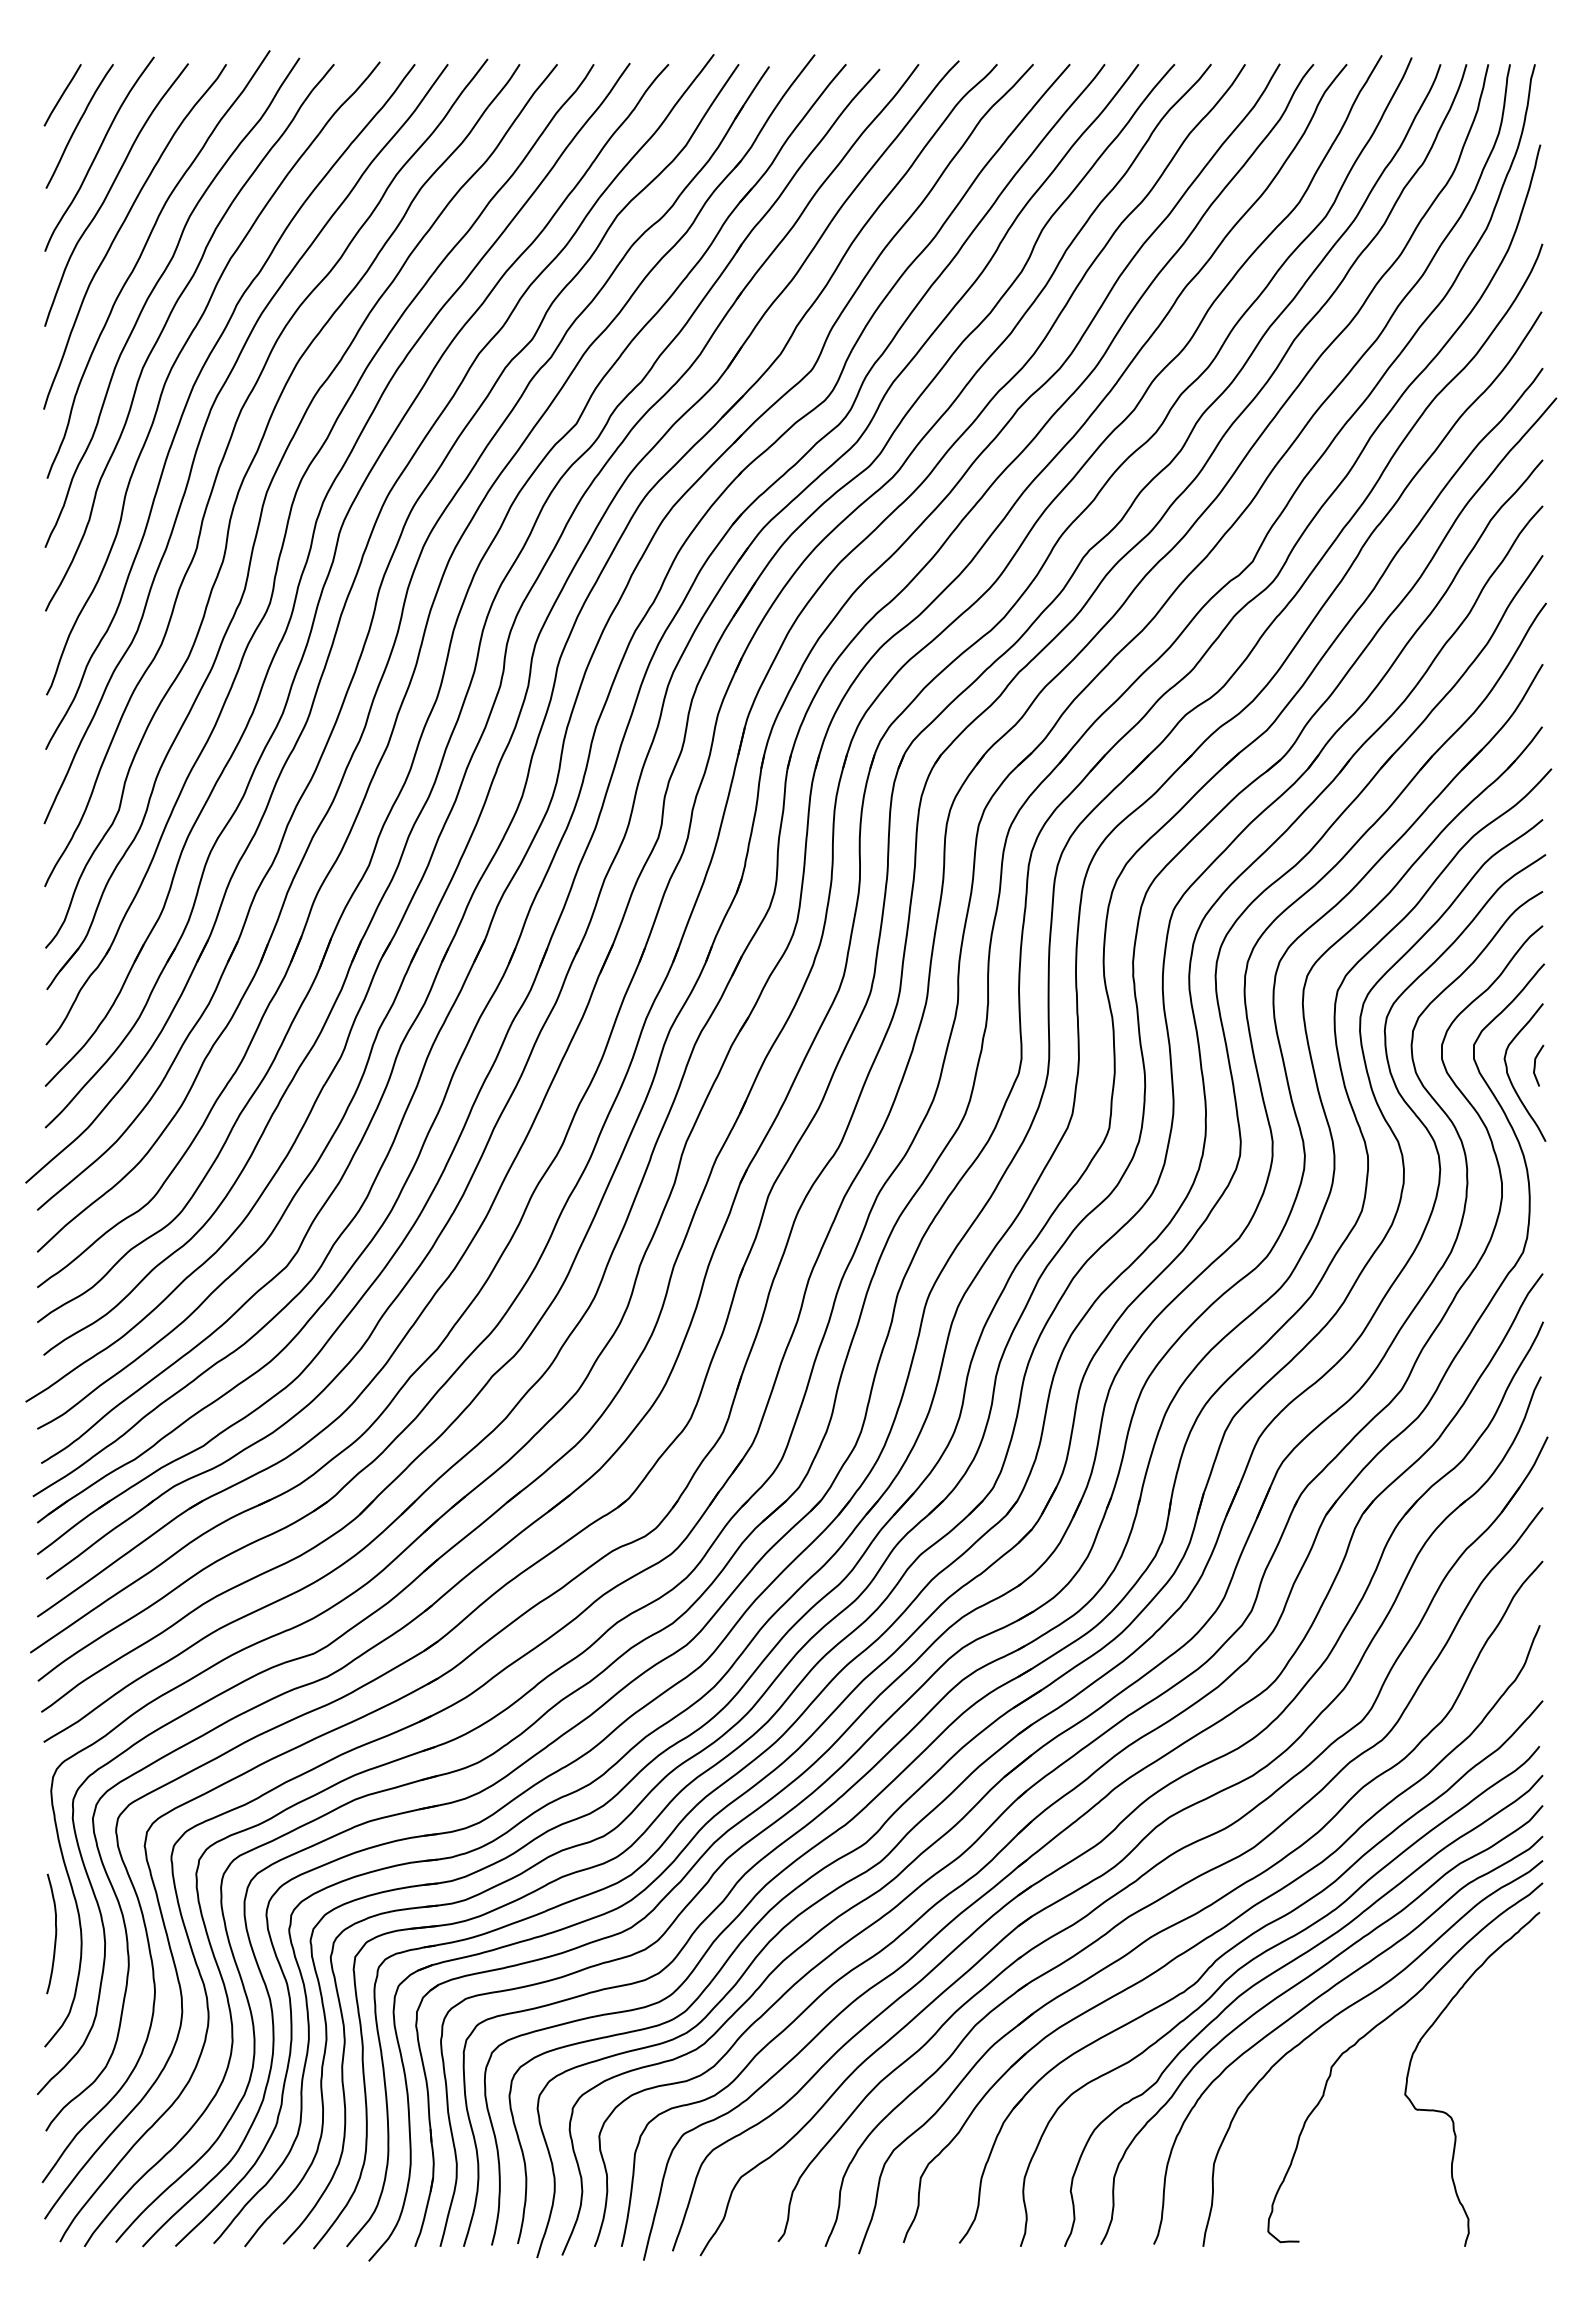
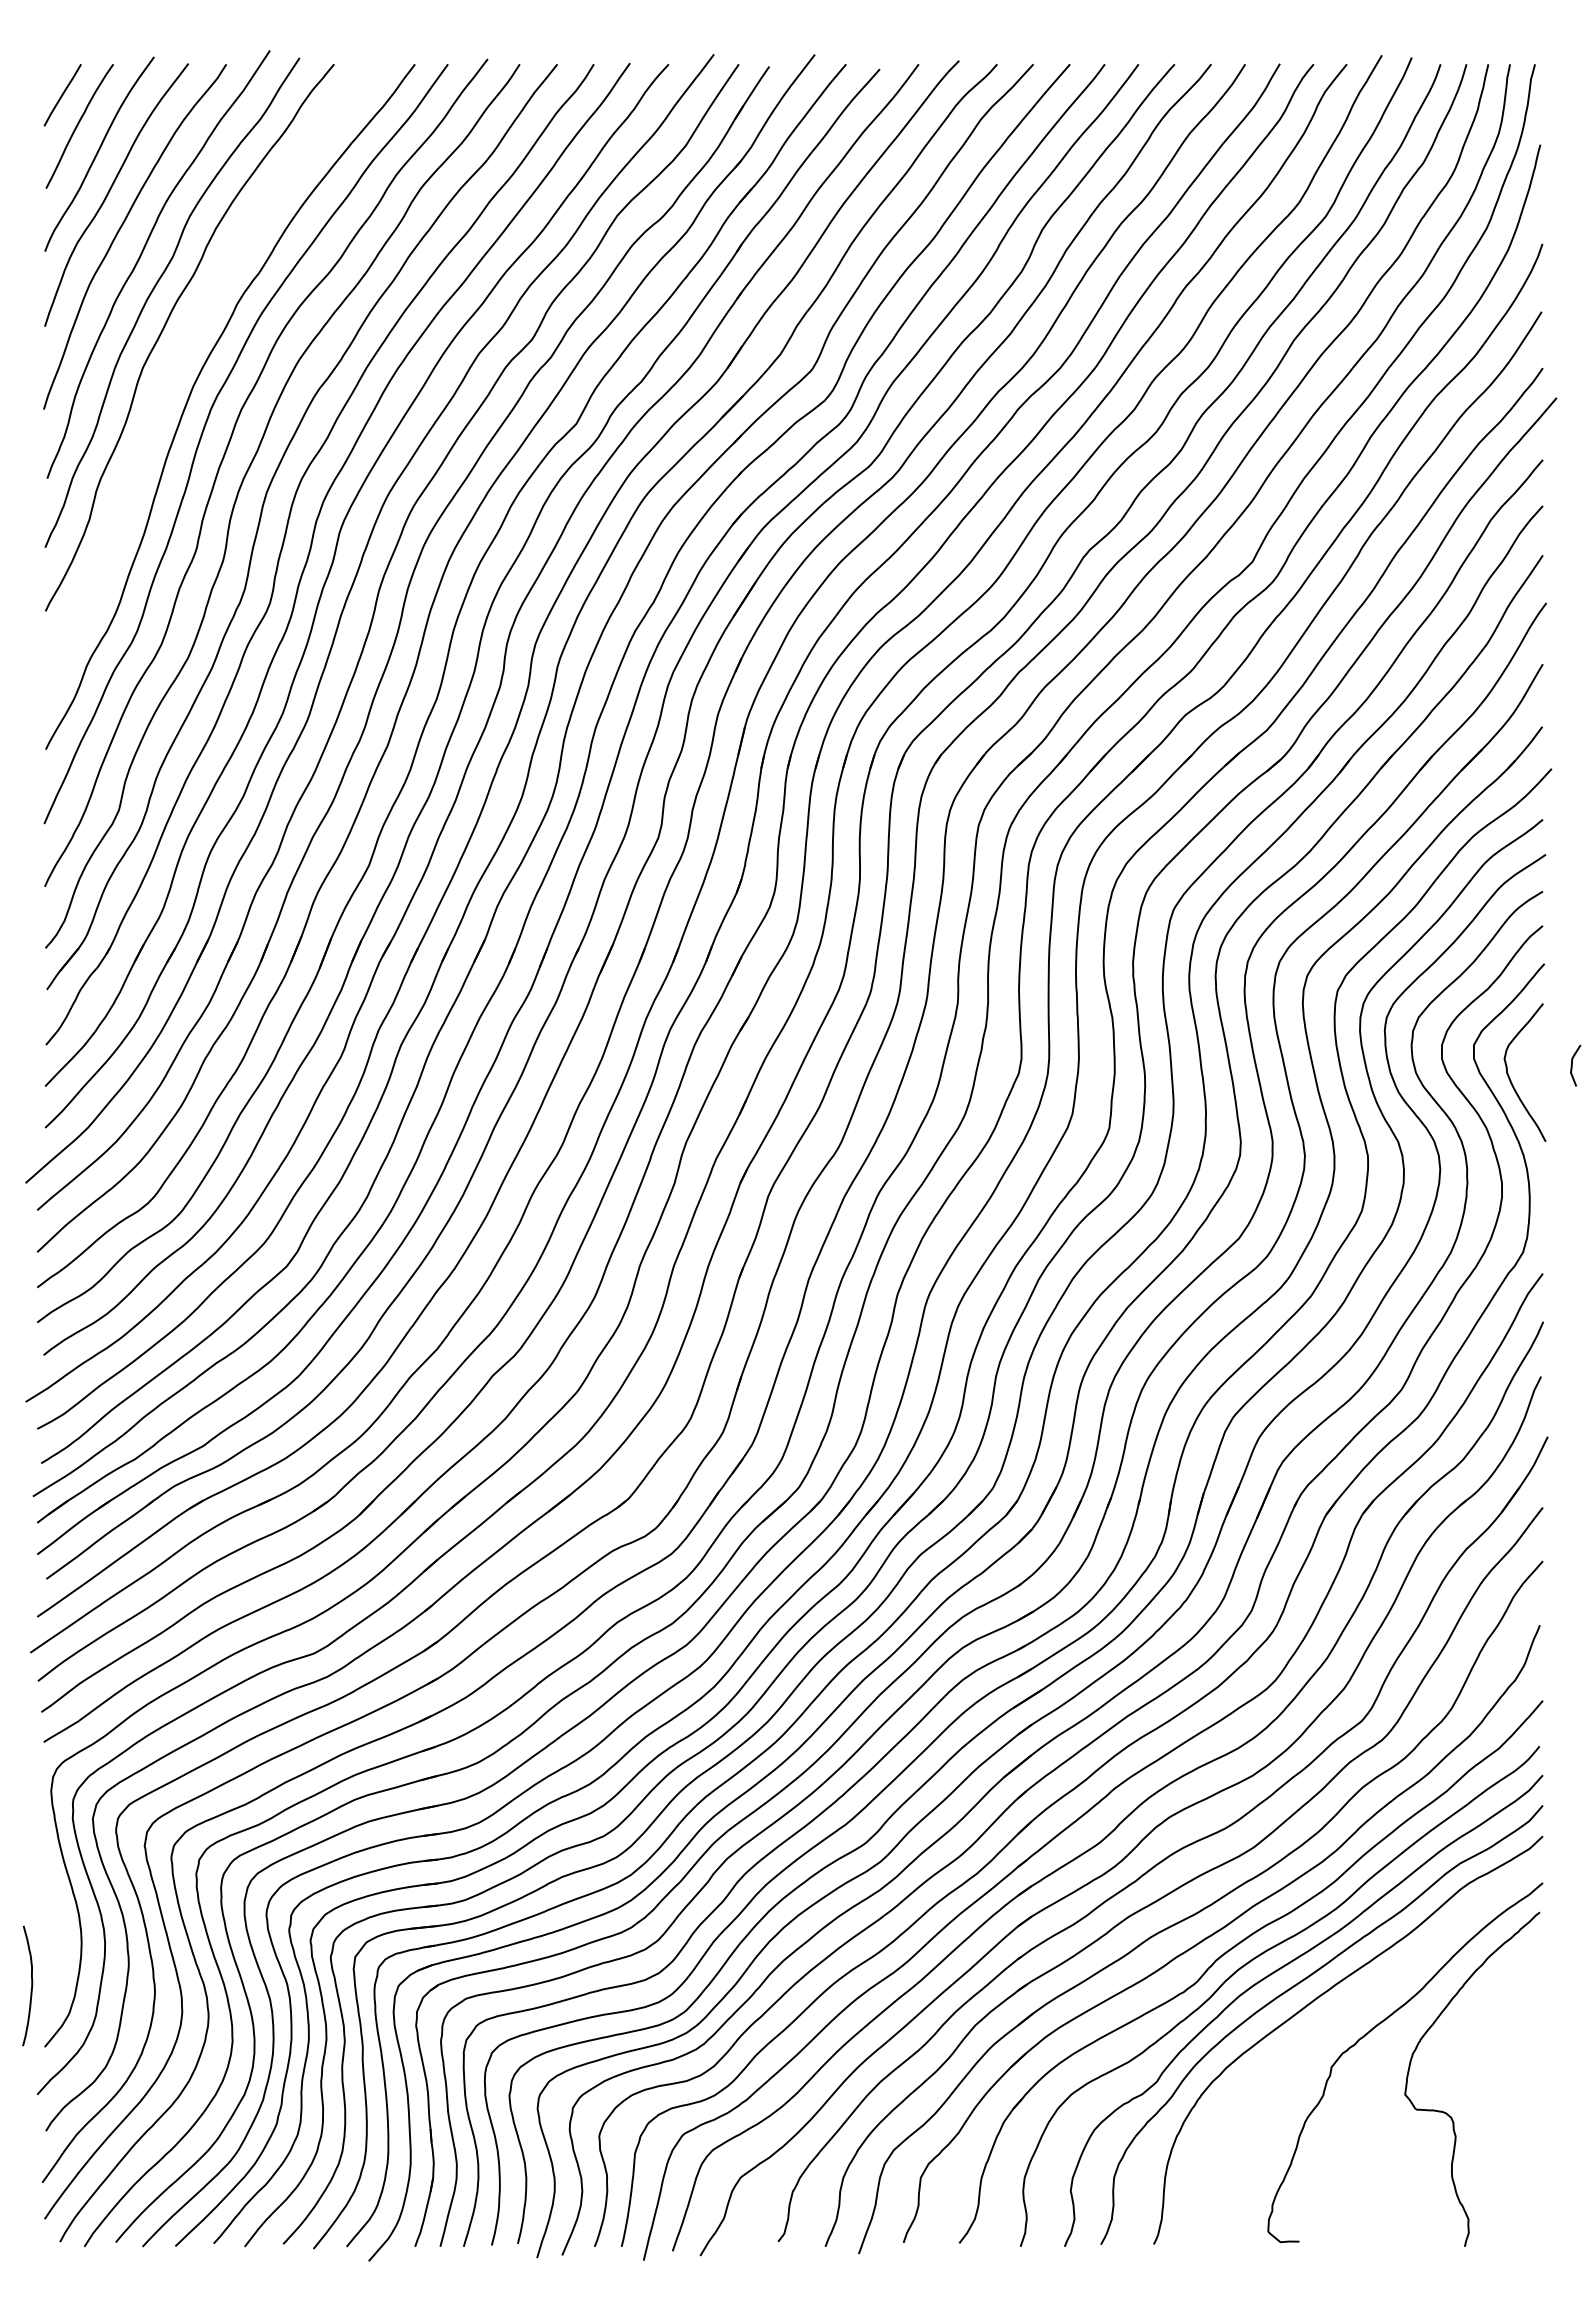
curve at (179, 356): present -> none
curve at (1535, 1065) position: (1535, 1065) -> (1572, 1065)
curve at (55, 1933) position: (55, 1933) -> (31, 1985)
curve at (1345, 2010): present -> none
